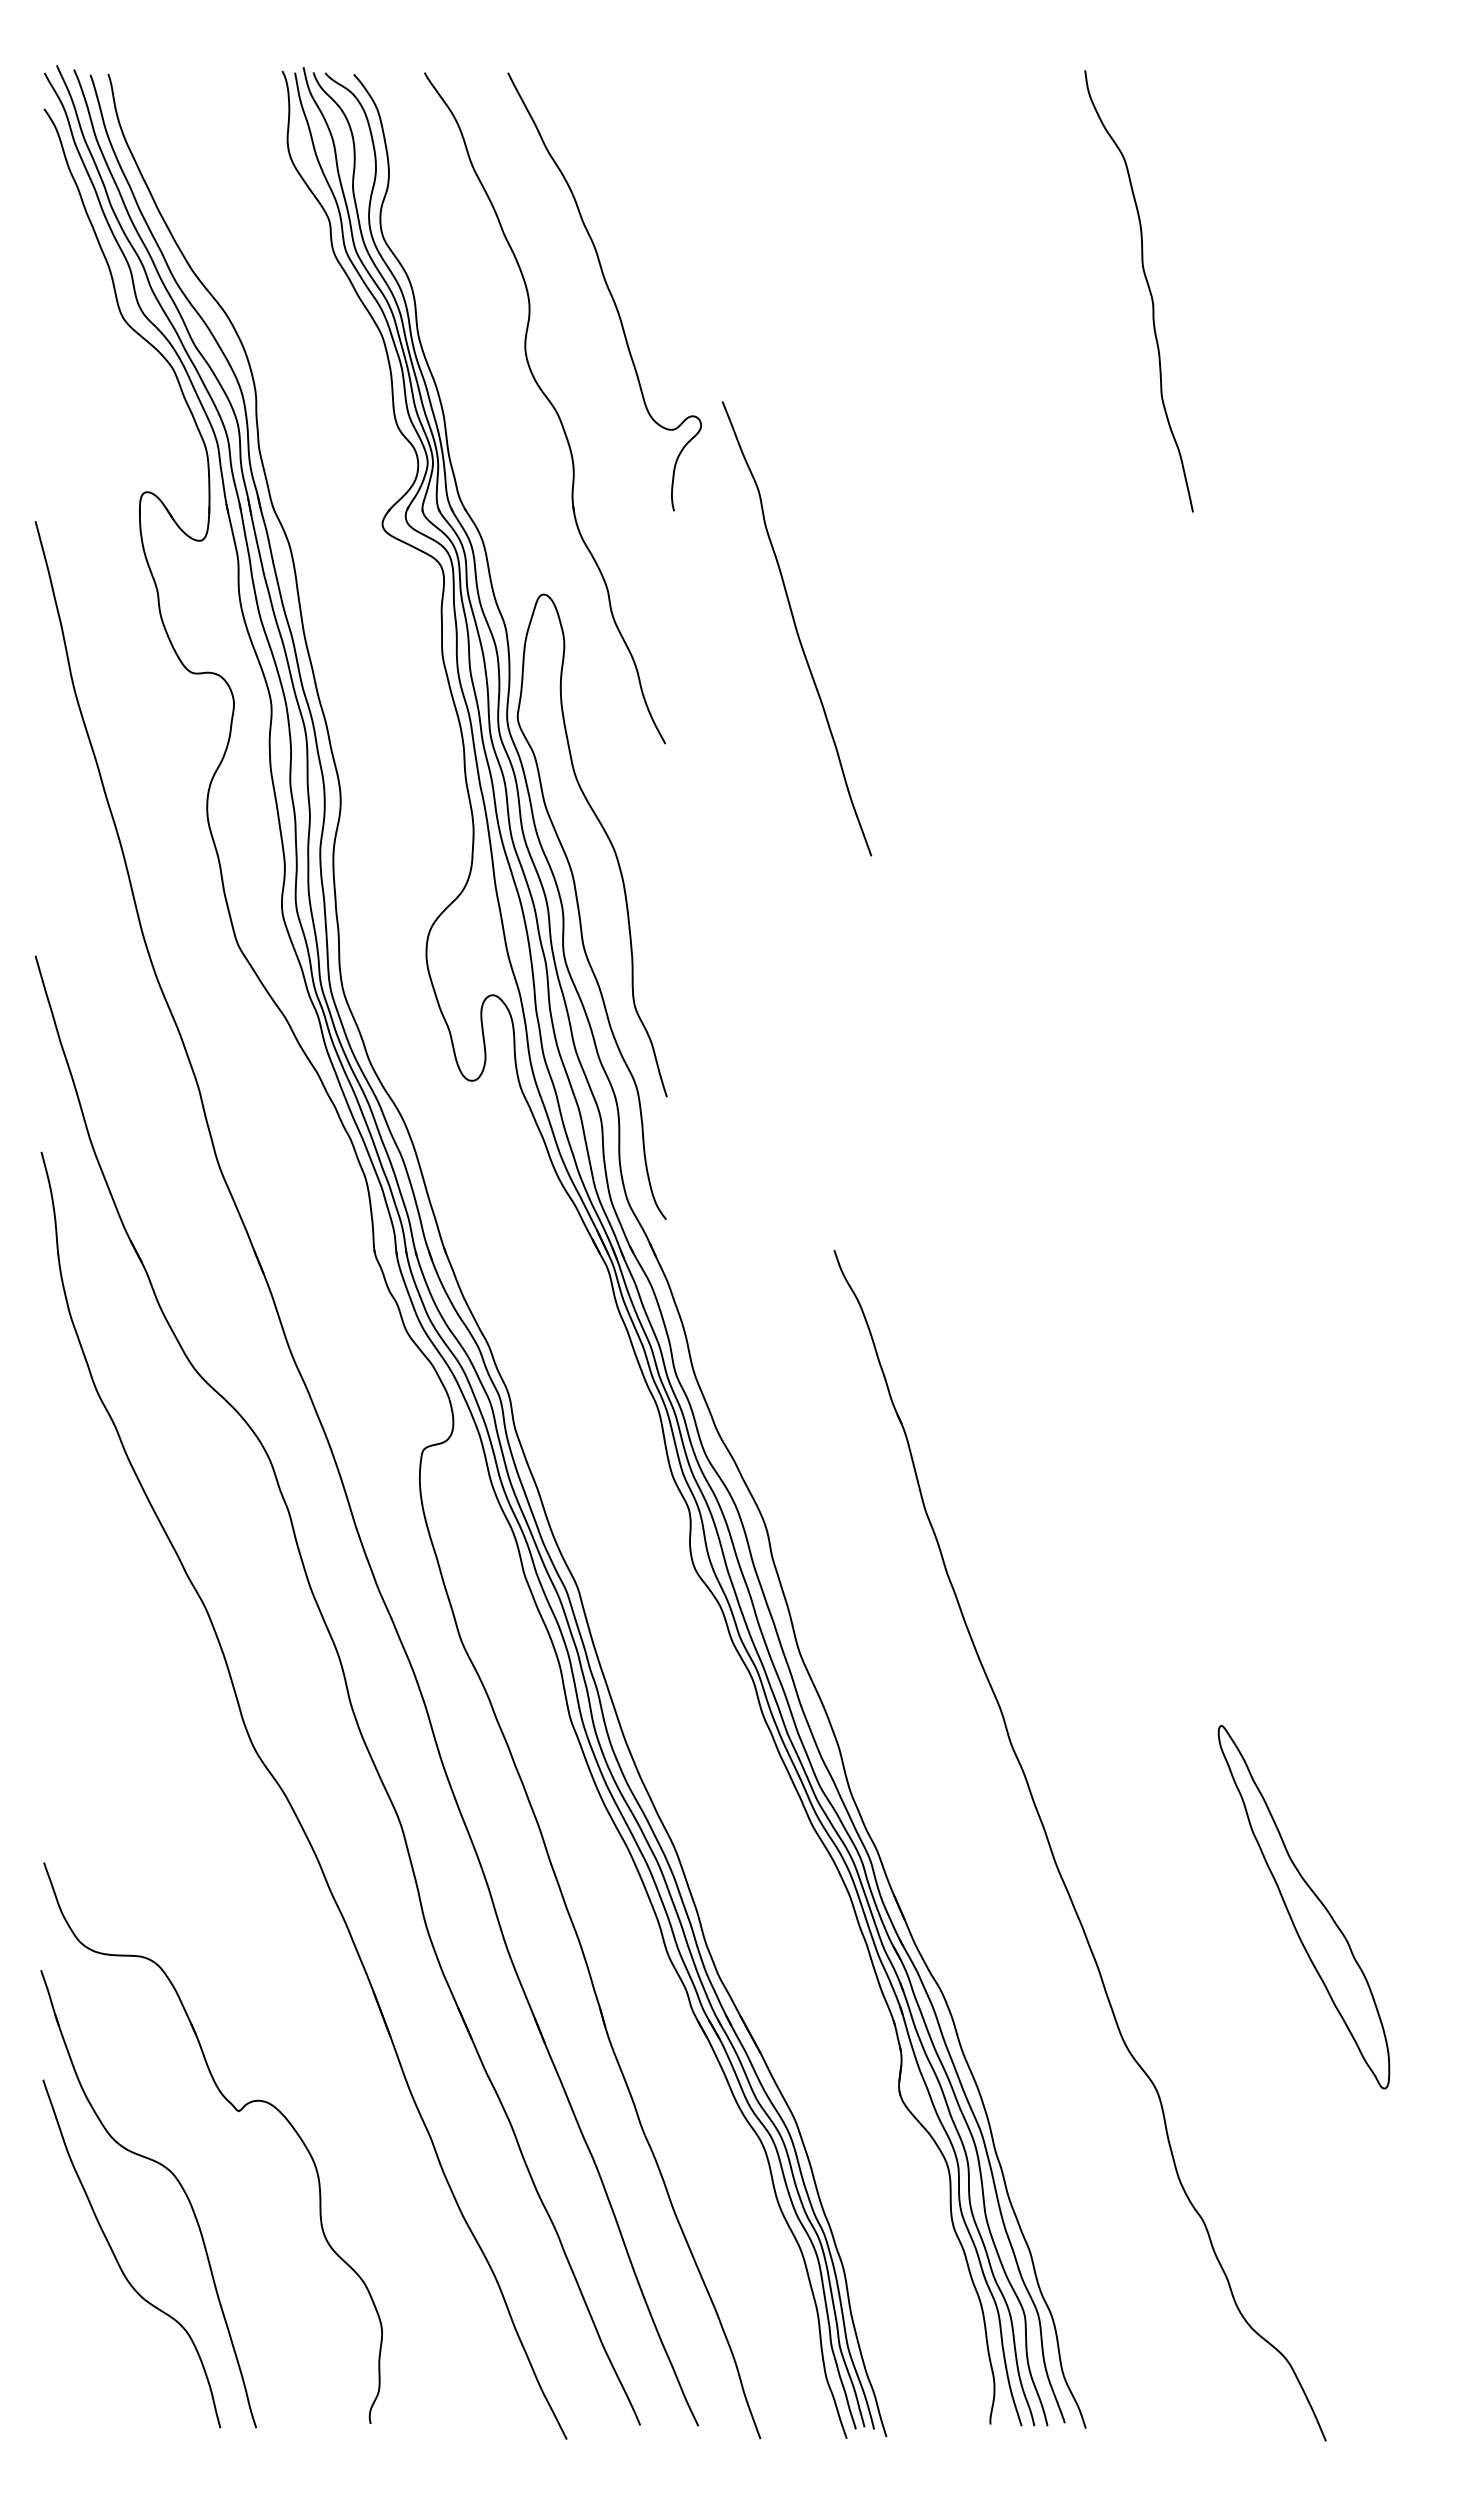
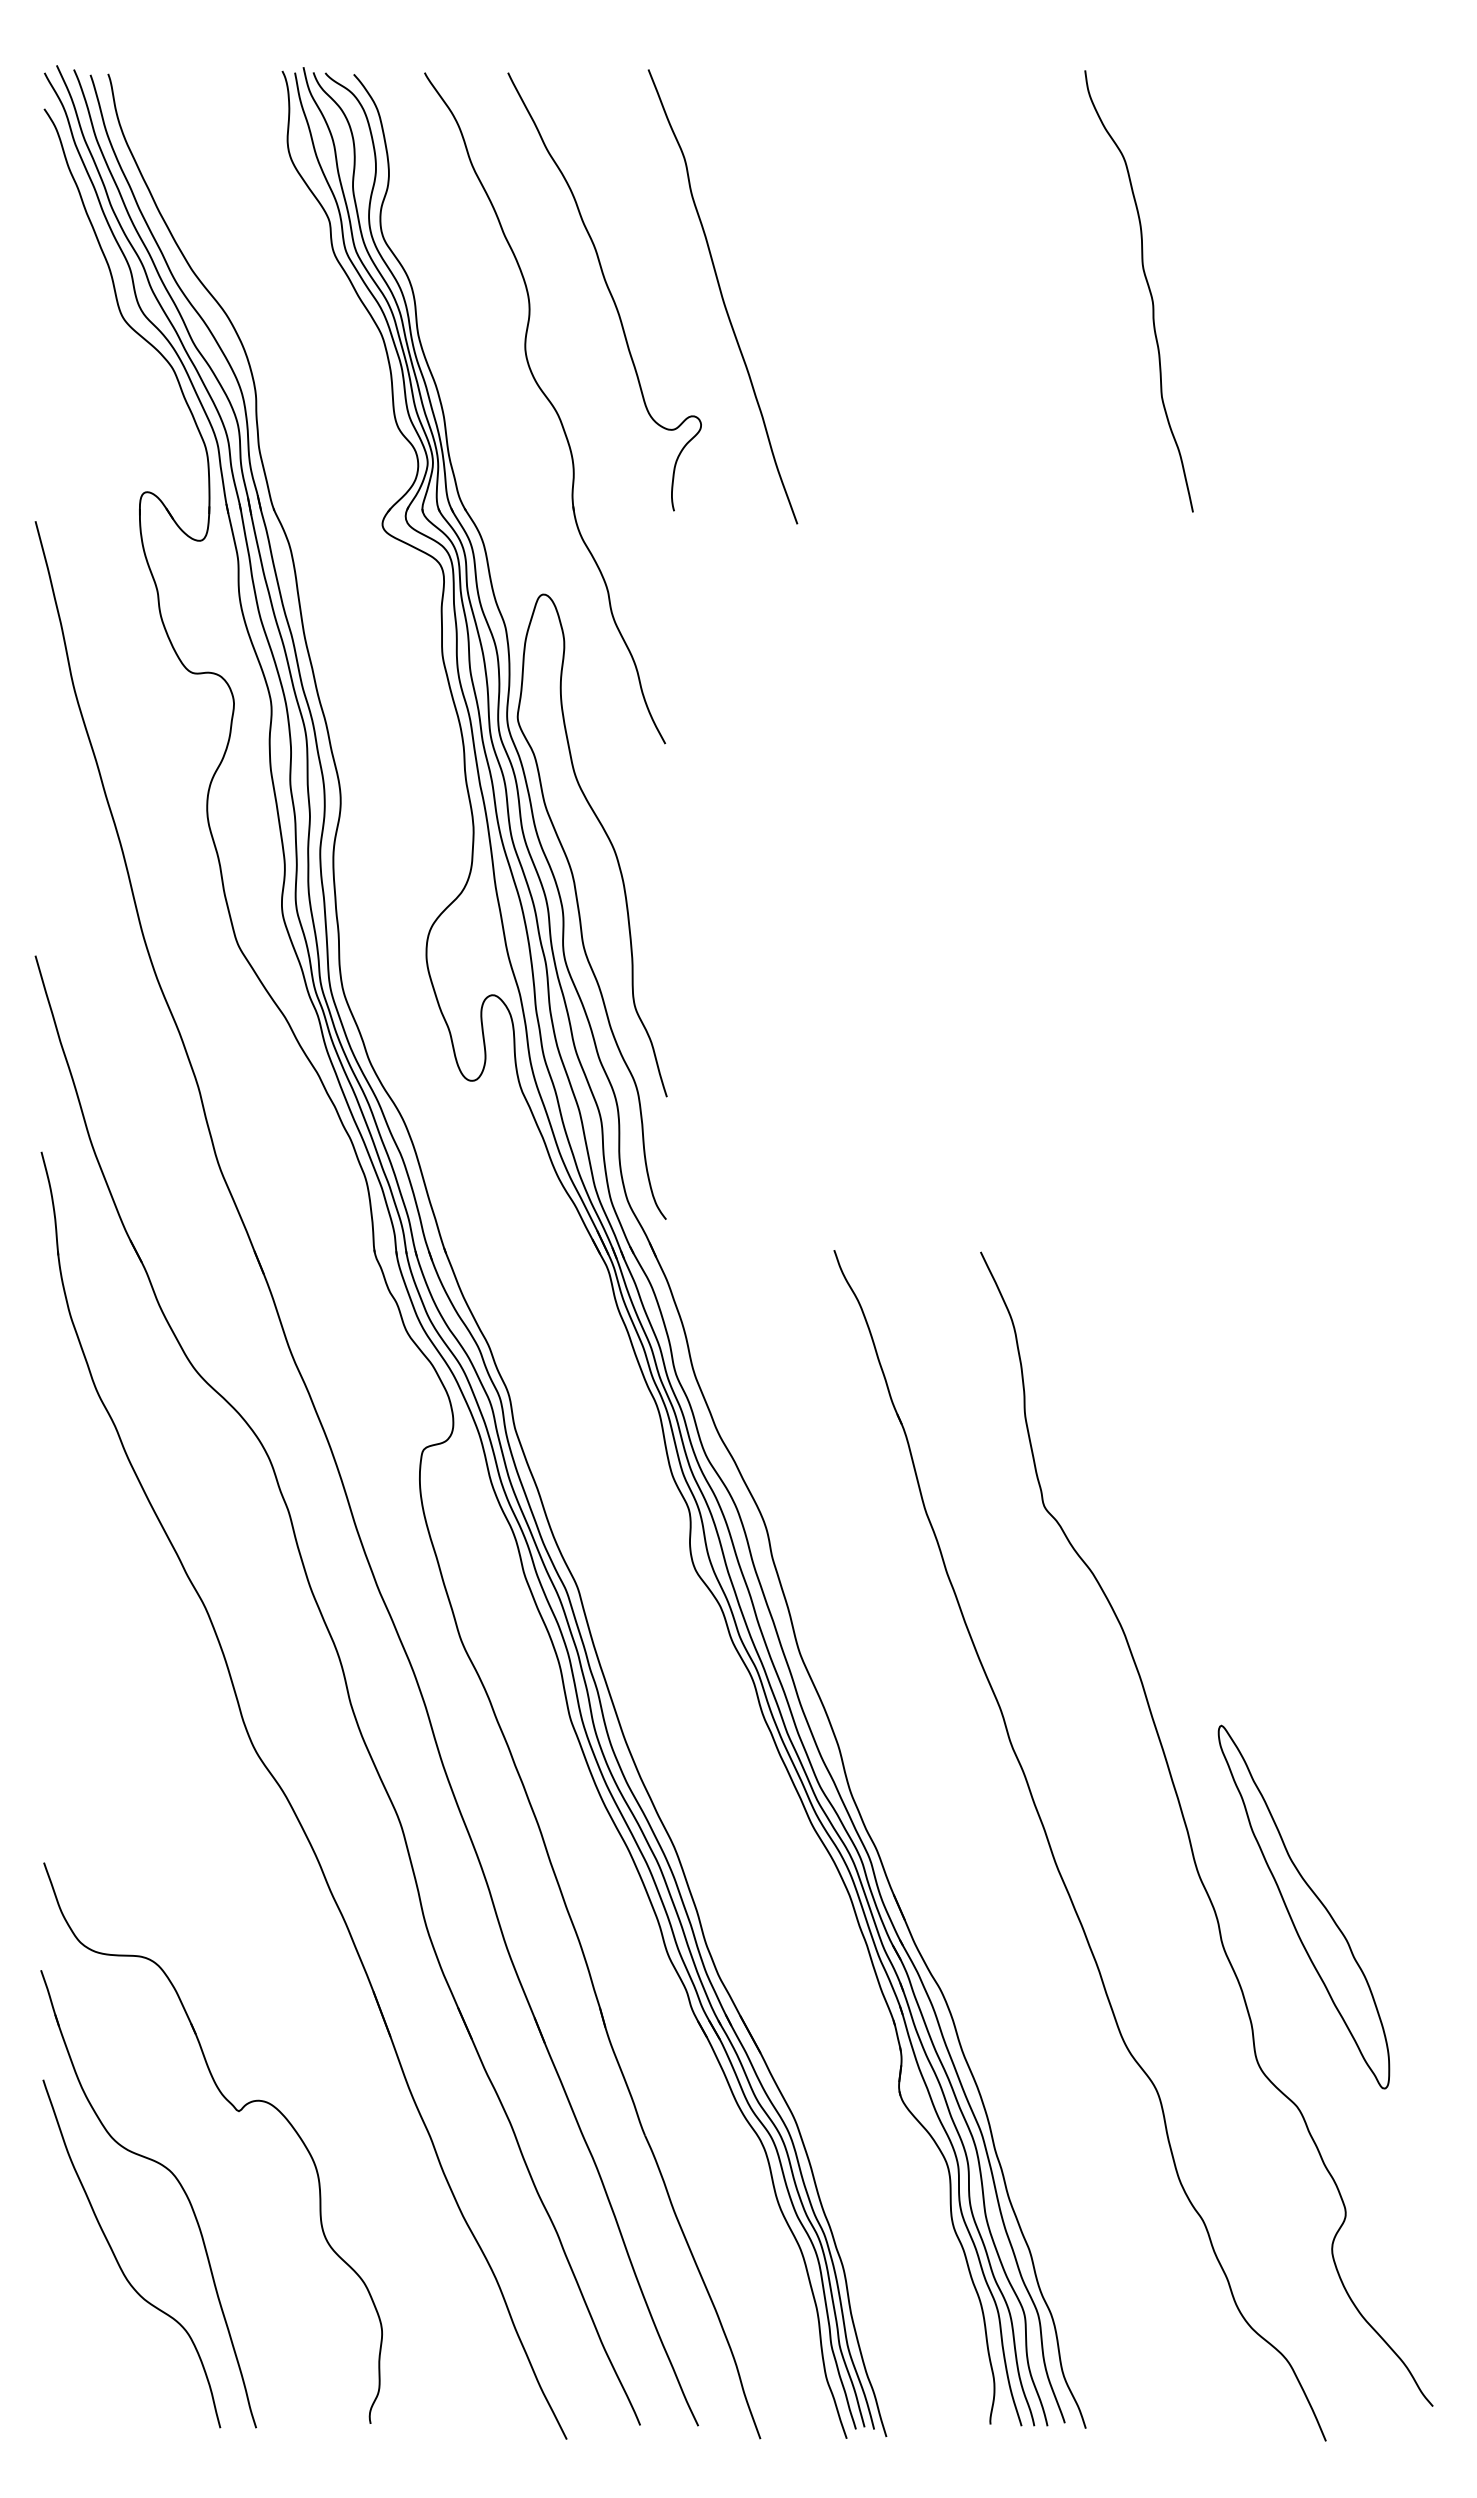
curve at (796, 628) position: (796, 628) -> (722, 296)
curve at (1189, 1833): none -> present
